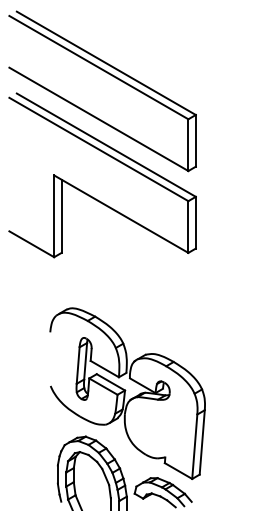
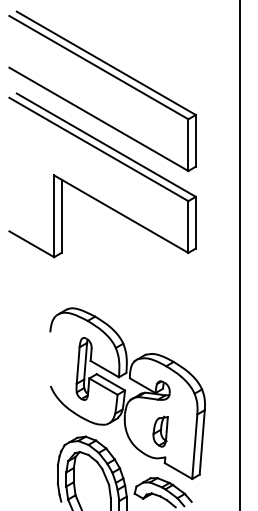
line at (239, 254): none -> present
part at (160, 431): none -> present
